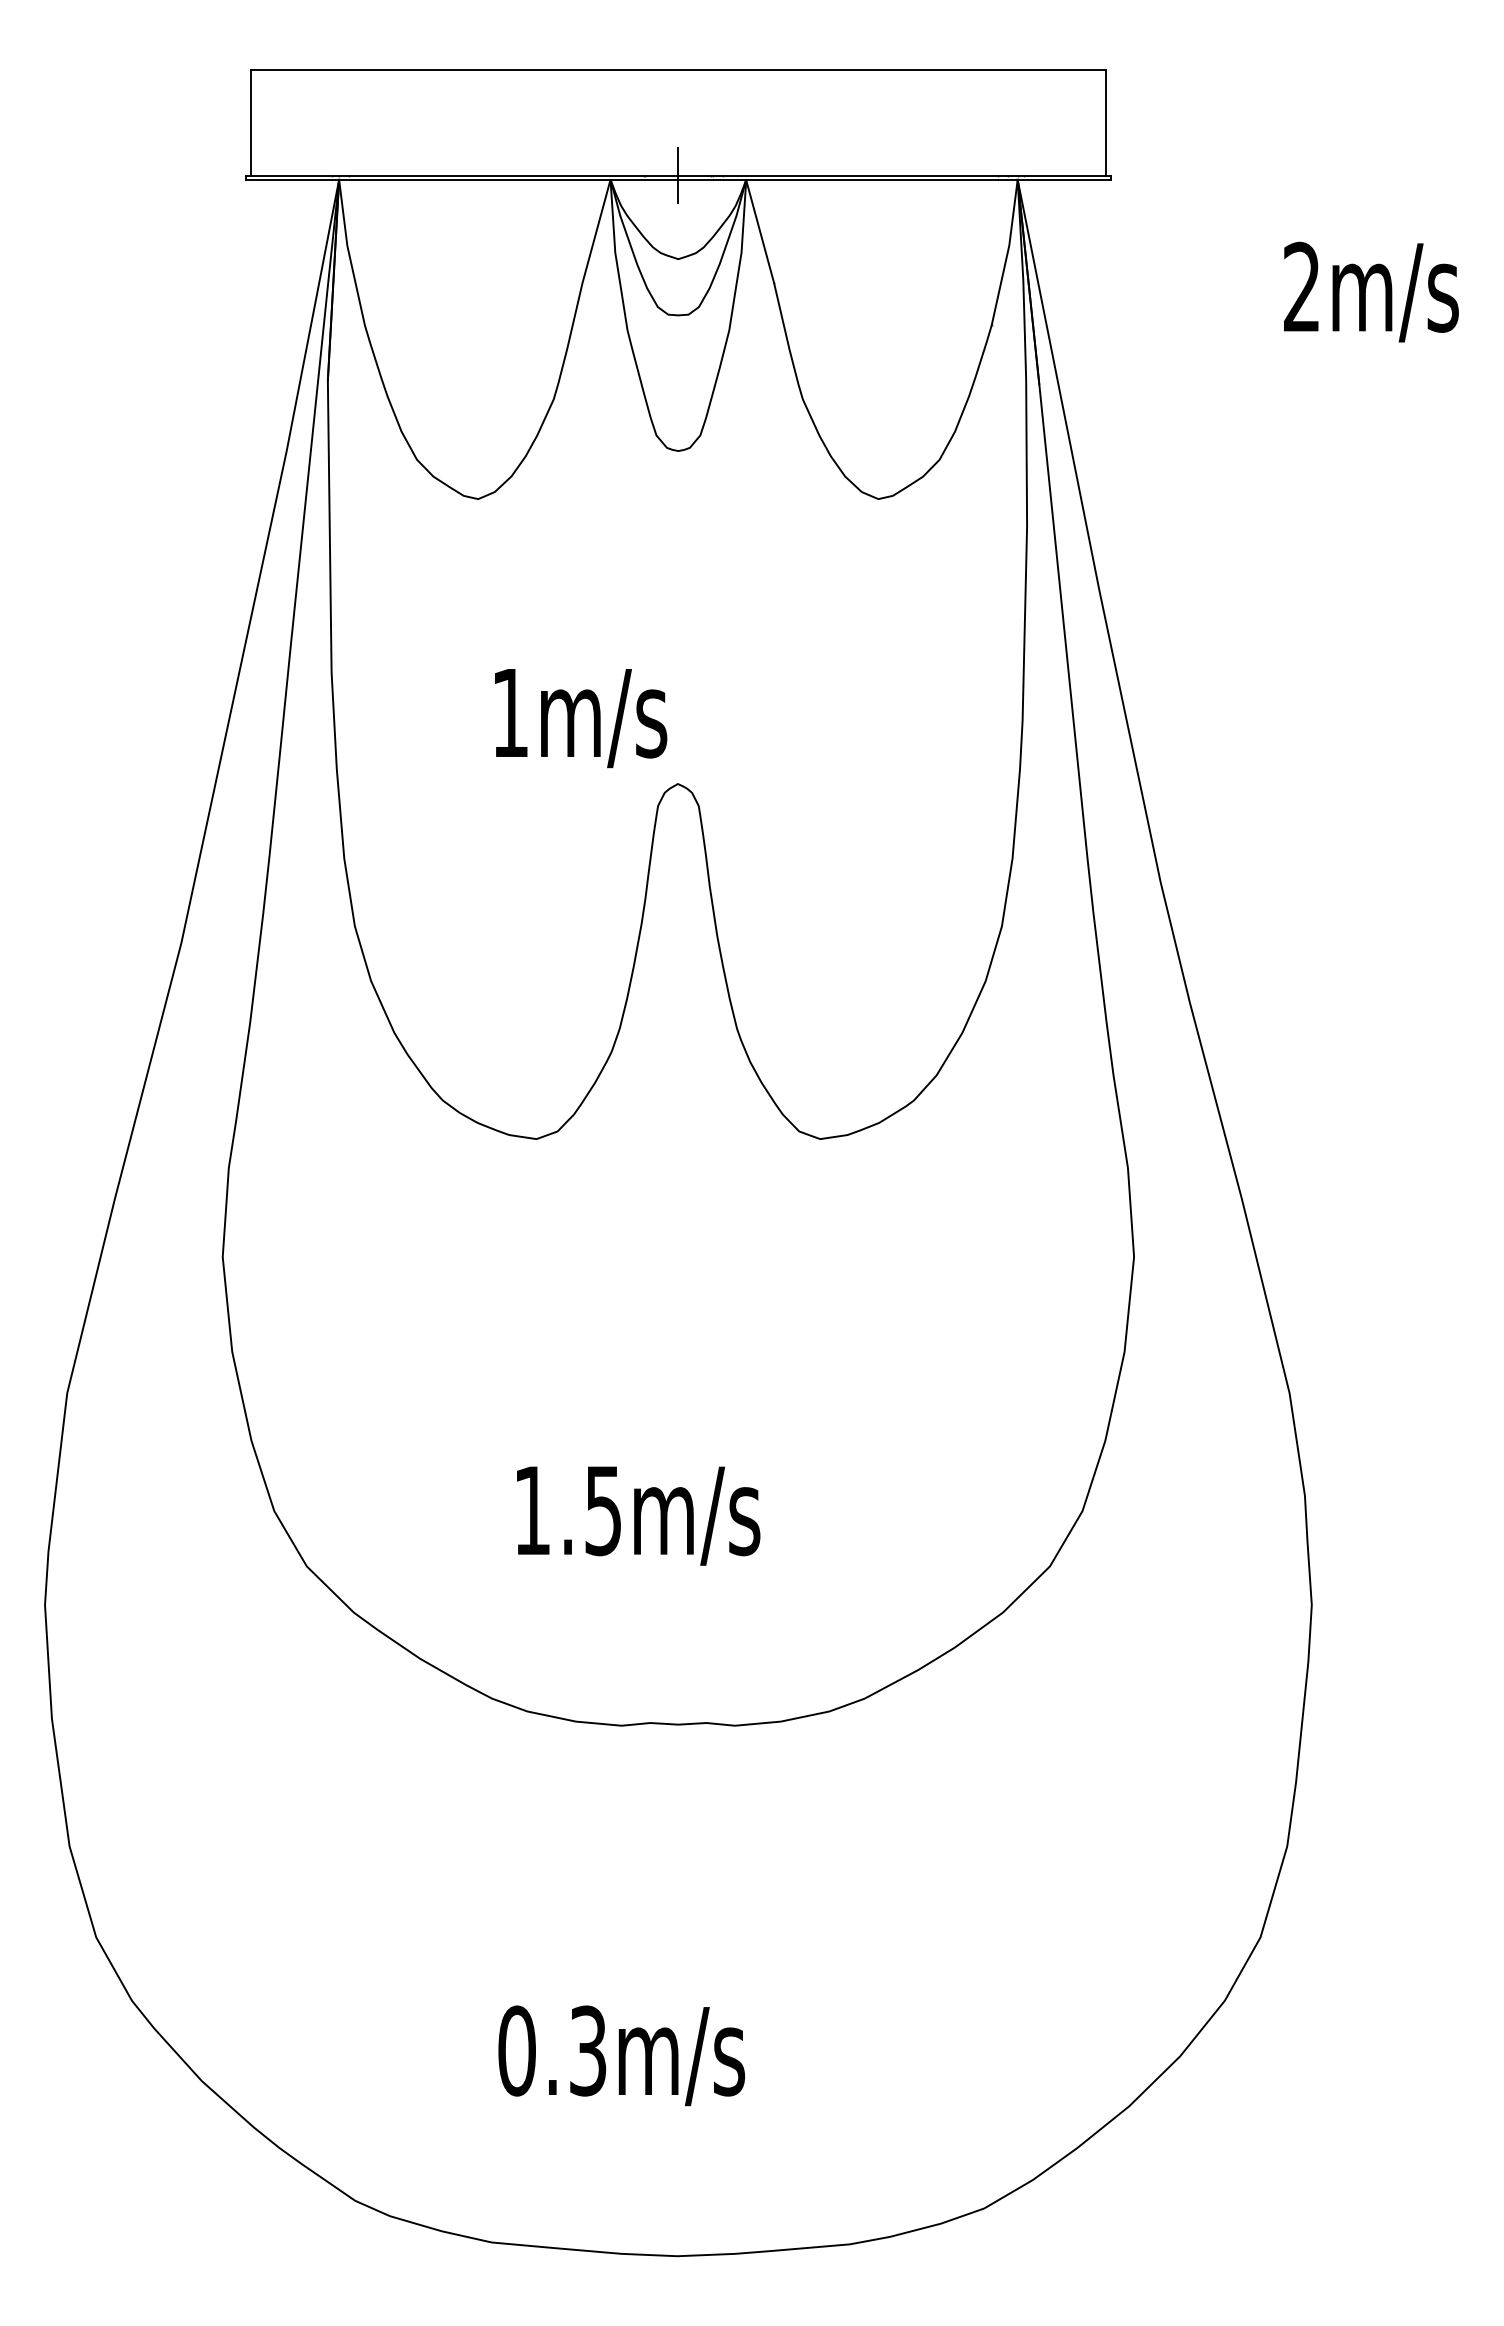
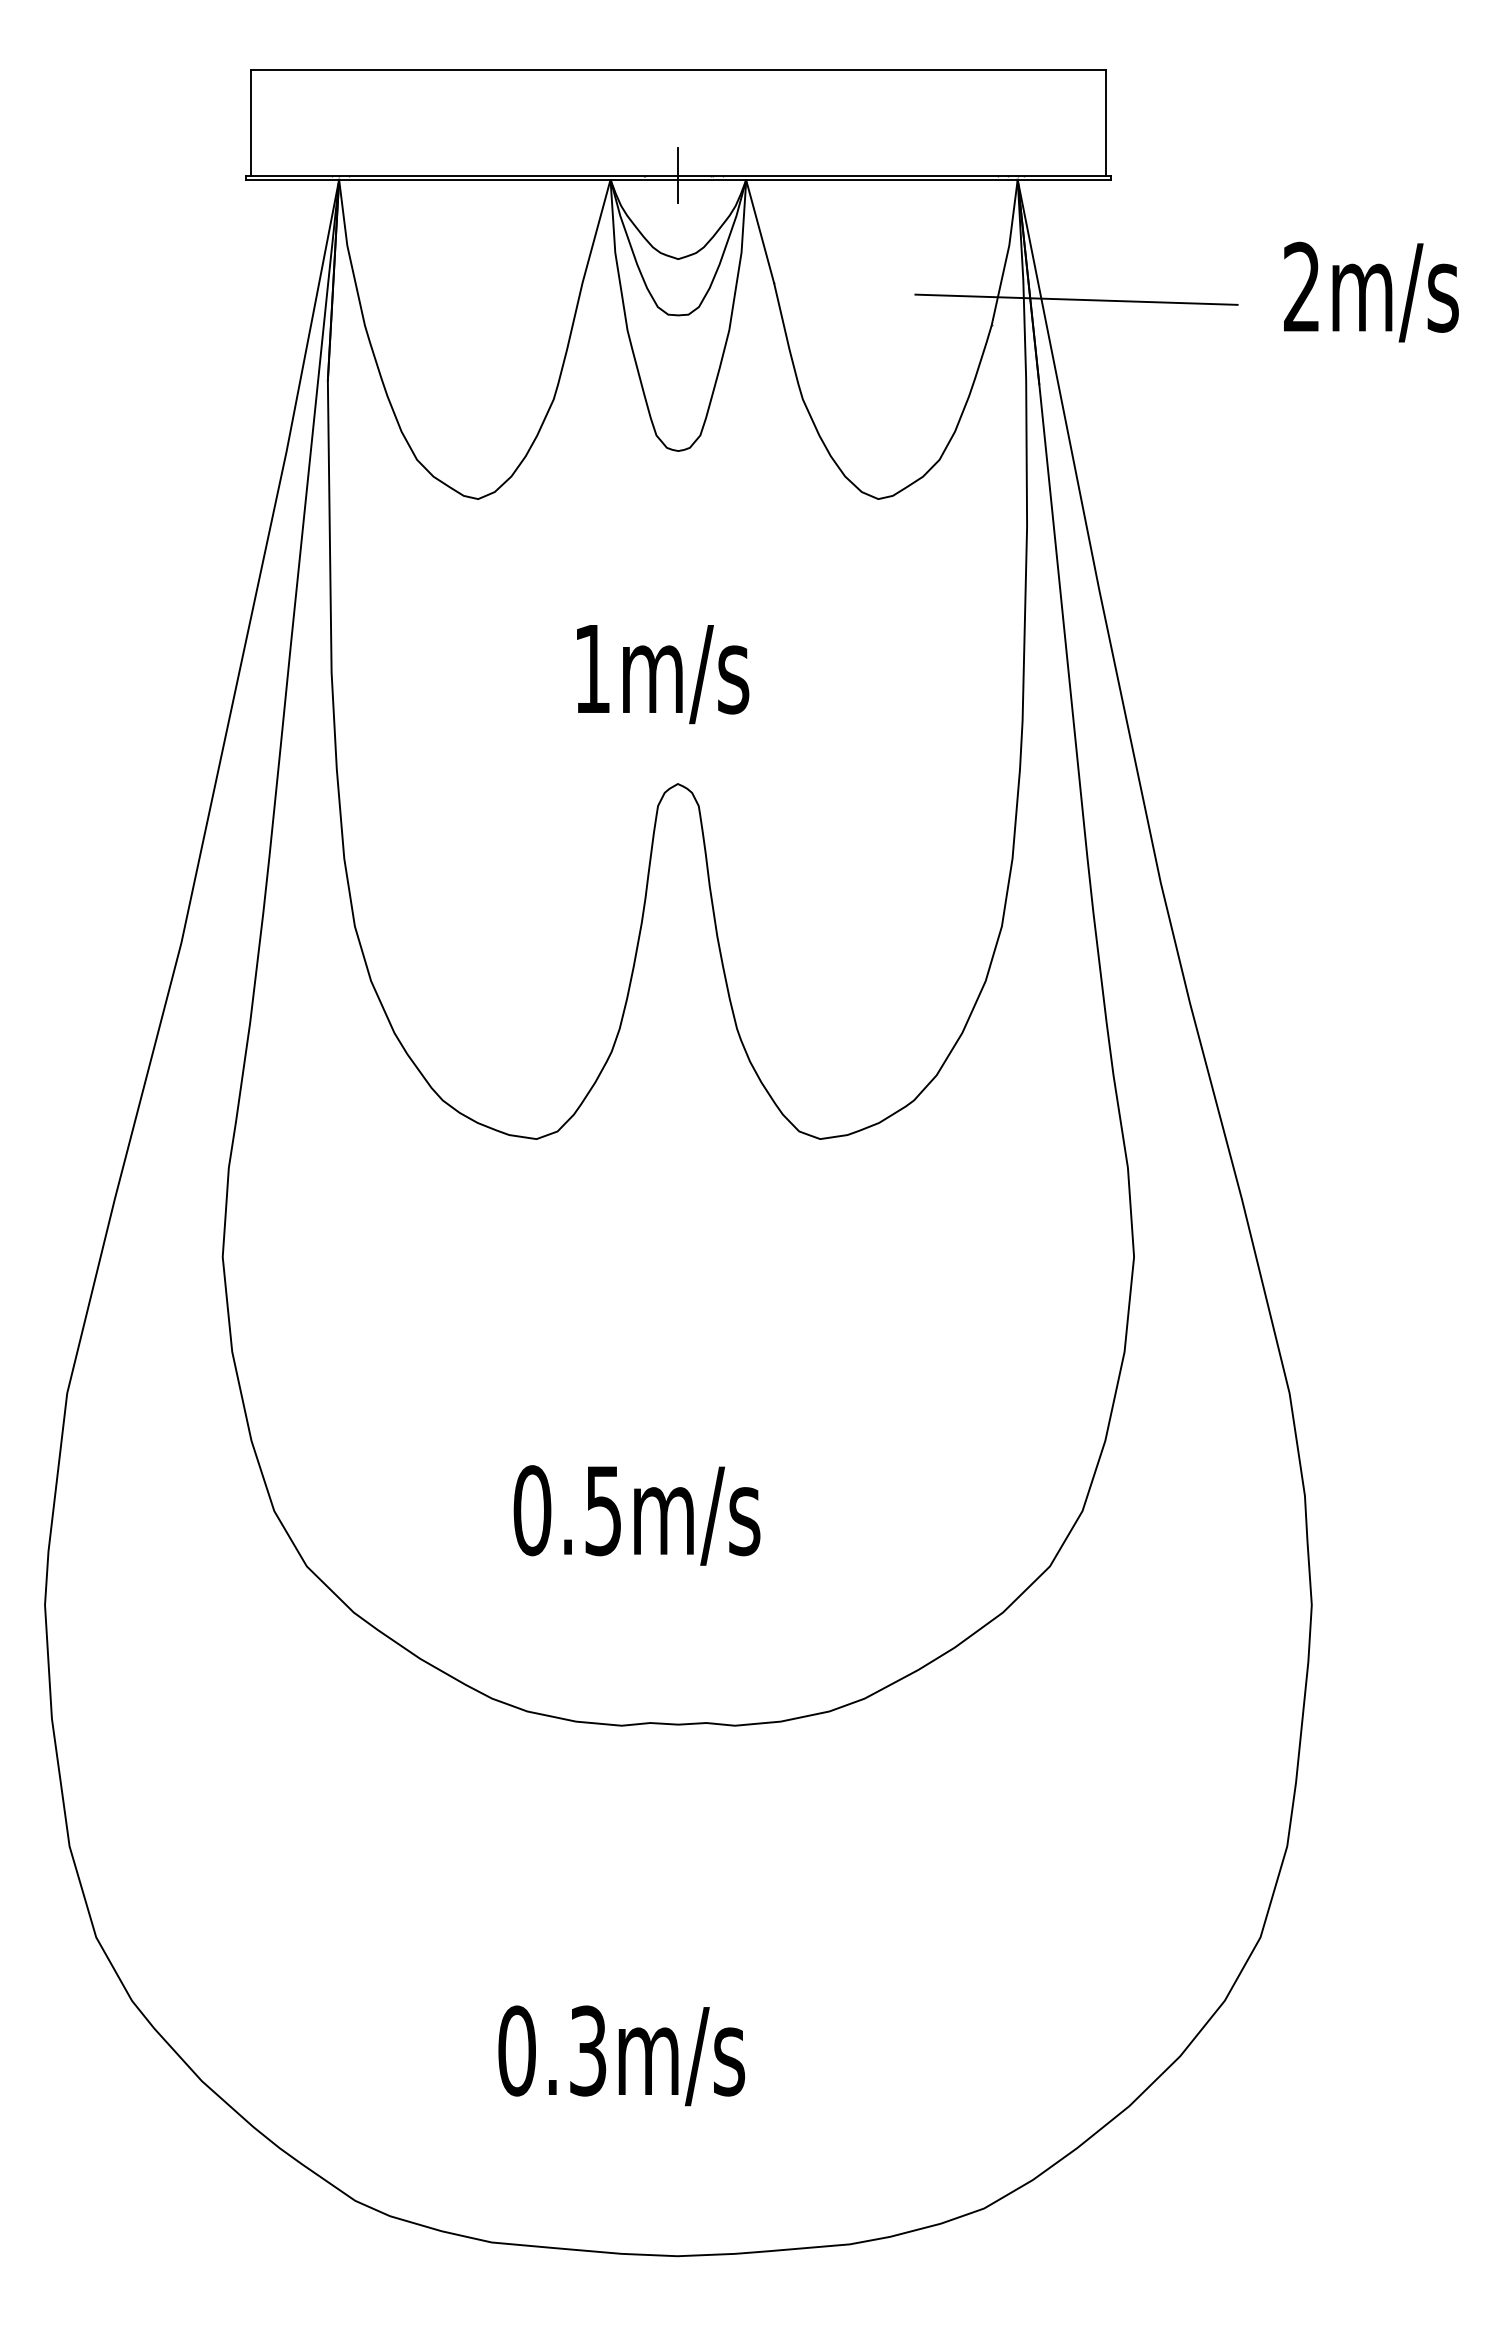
line at (1076, 299): none -> present
text at (581, 718) position: (581, 718) -> (663, 674)
text at (532, 1510): 1.5m/s -> 0.5m/s
